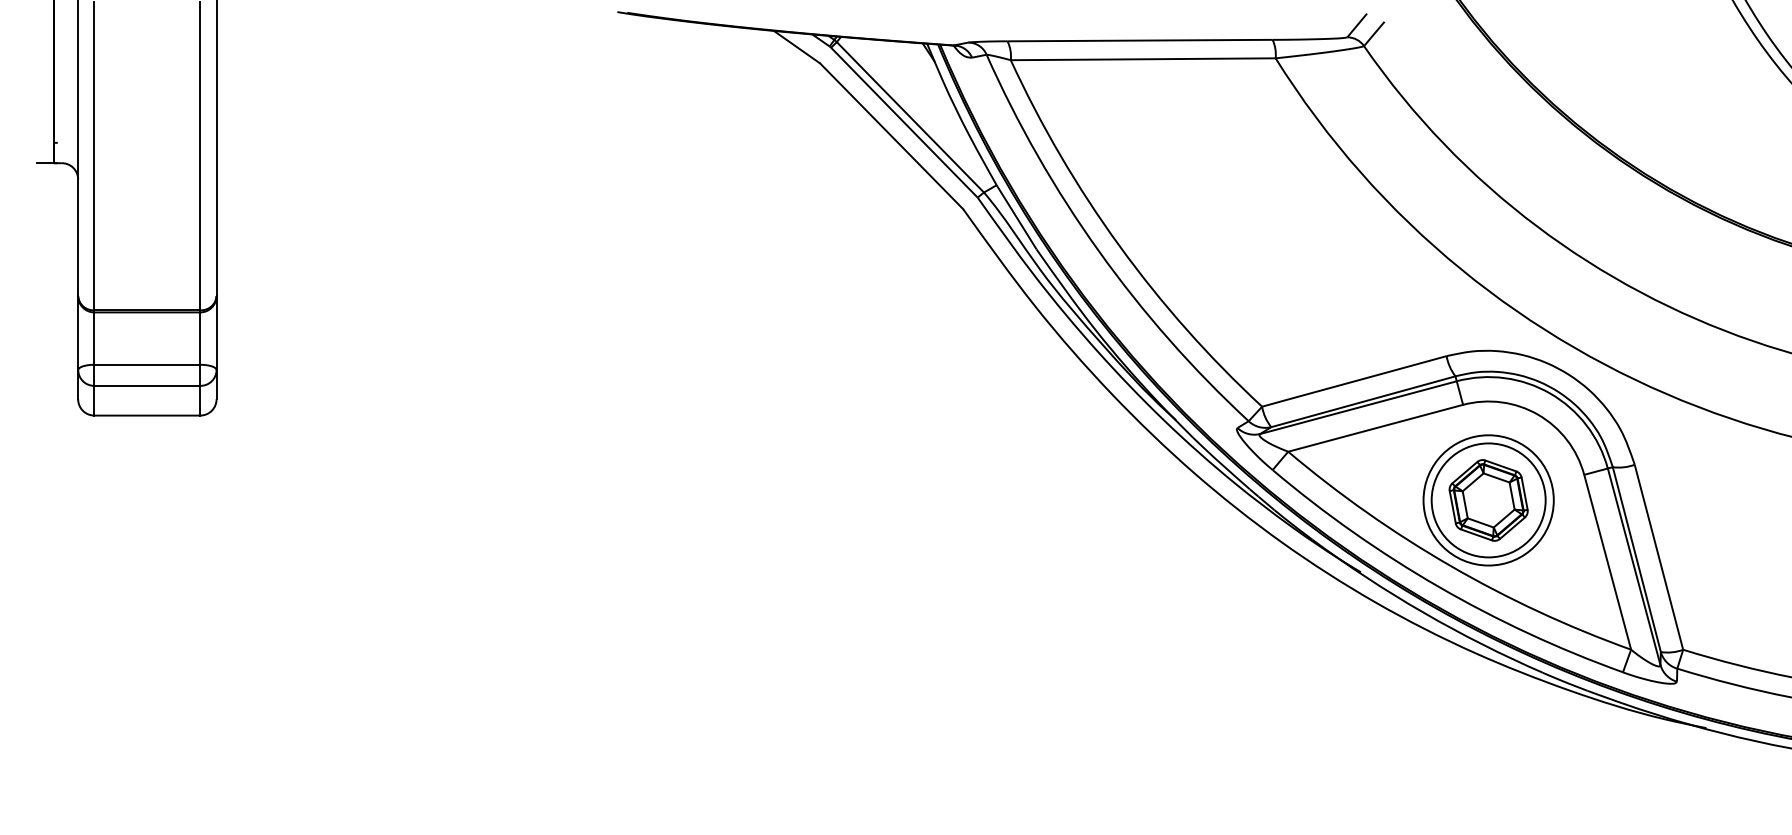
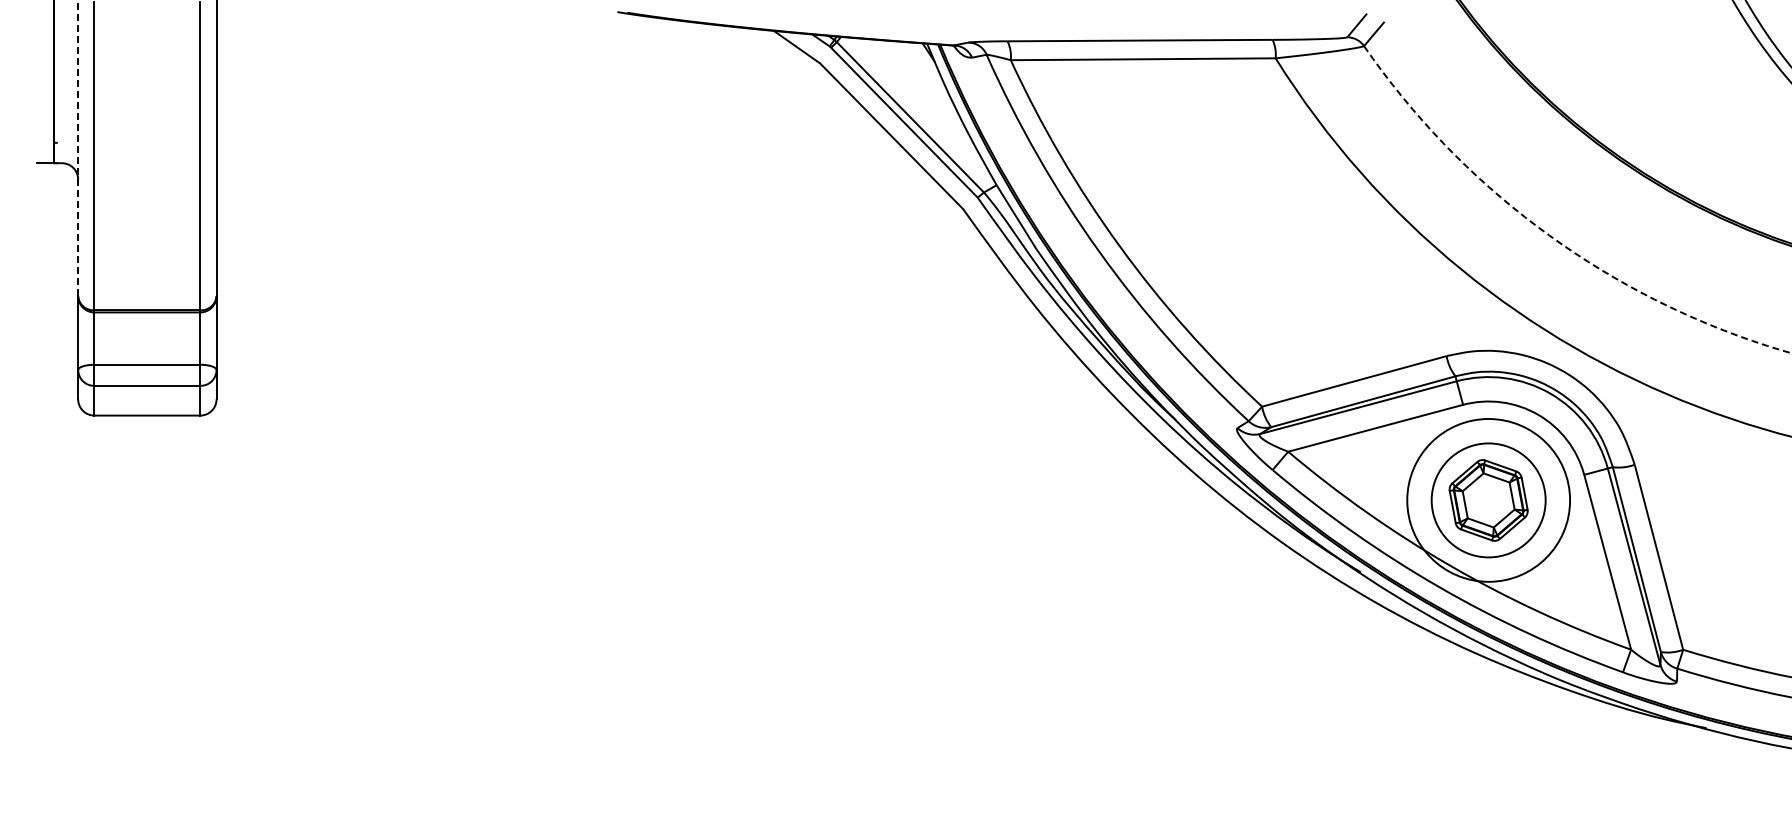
line at (78, 147): solid -> dashed
arc at (1553, 238): solid -> dashed
circle at (1488, 500) diameter: 130 px -> 163 px
